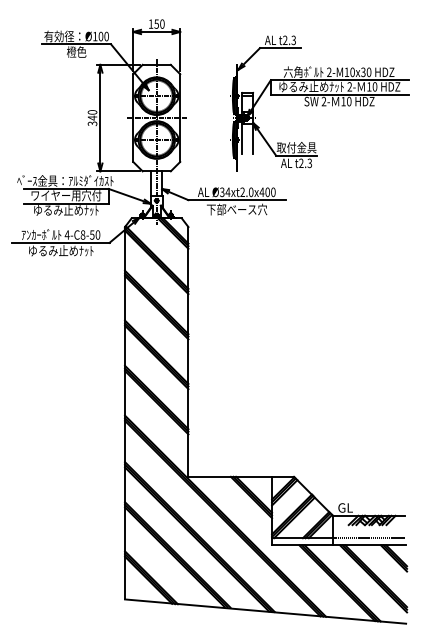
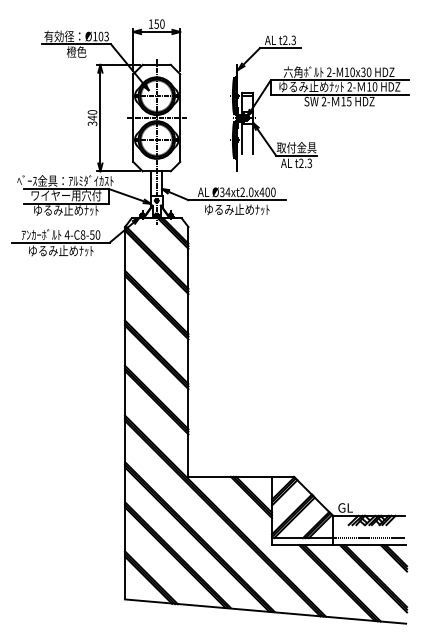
text at (106, 36): Ø100 -> Ø103
text at (349, 101): 10 -> 15
text at (237, 209): 下部ベース穴 -> ゆるみ止めﾅｯﾄ
